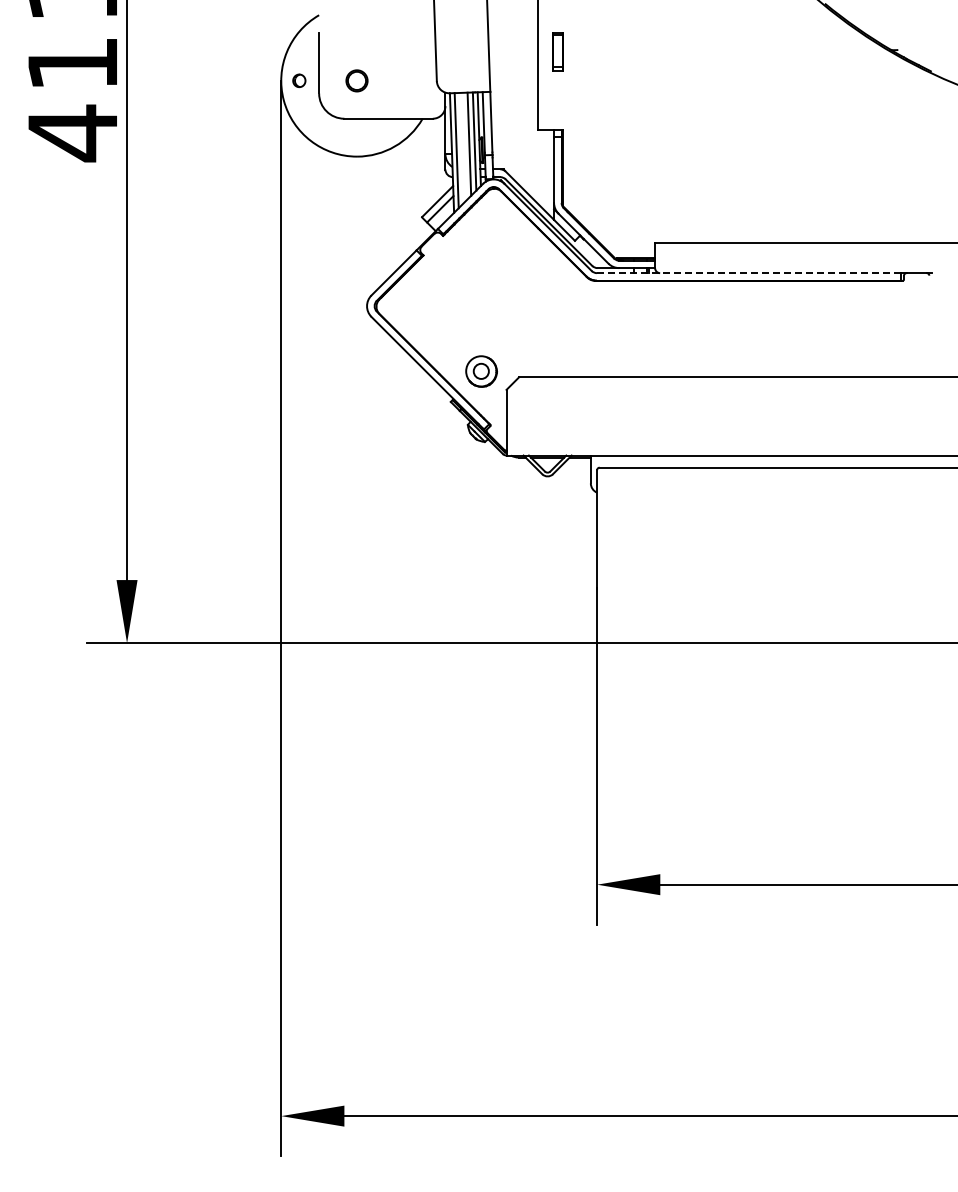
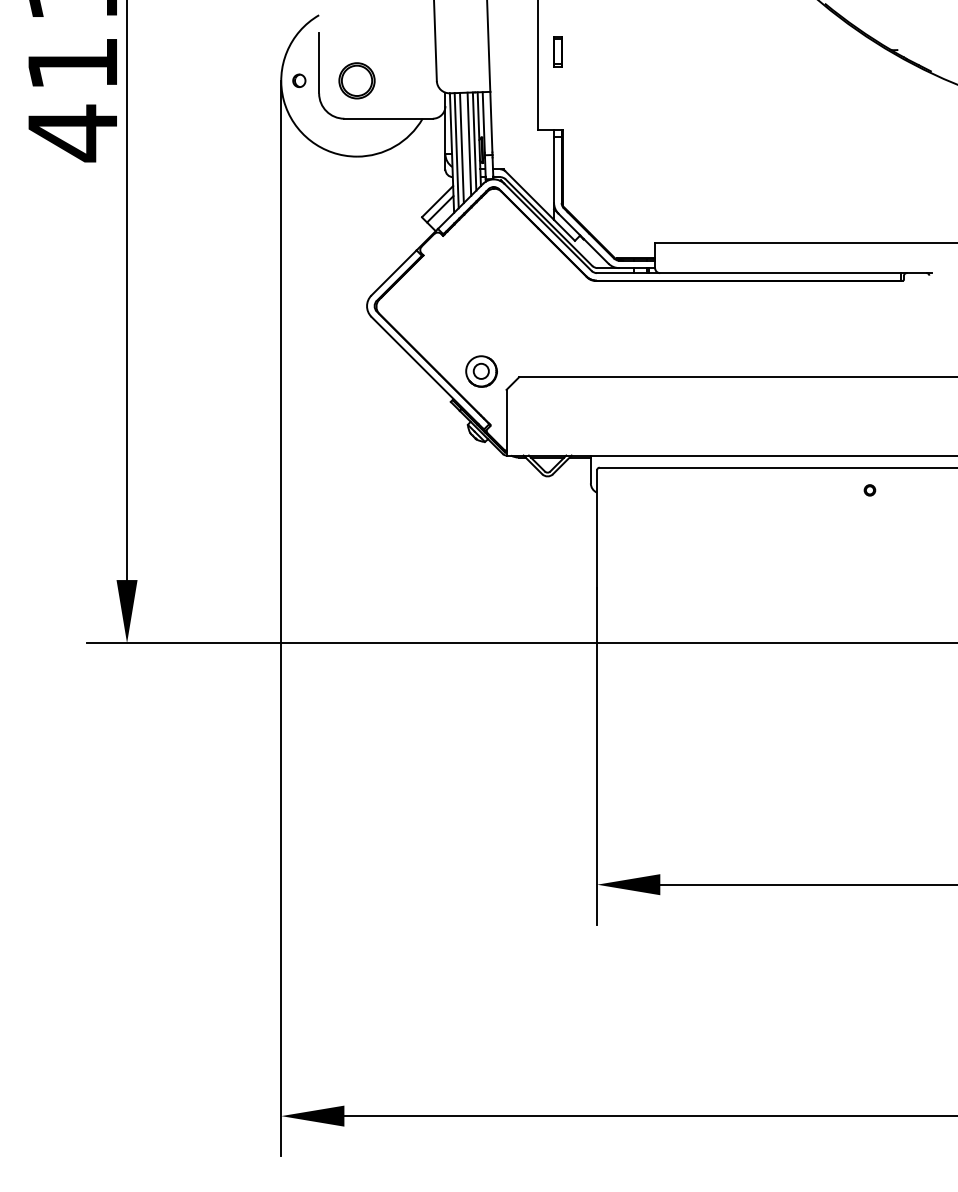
part at (557, 51) size: 12x40 px -> 10x32 px
part at (356, 80) size: 24x24 px -> 38x38 px
line at (461, 147): none -> present
line at (748, 273): dashed -> solid
part at (869, 490): none -> present
